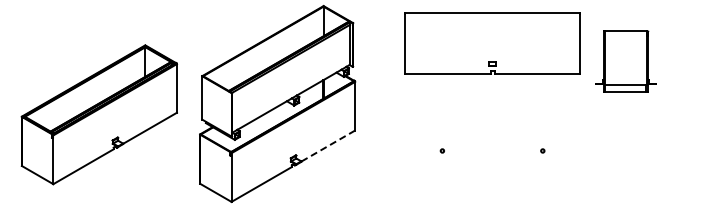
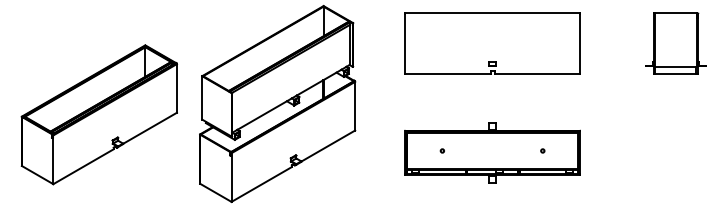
part at (625, 61) position: (625, 61) -> (675, 43)
line at (327, 146): dashed -> solid
part at (492, 152): none -> present
